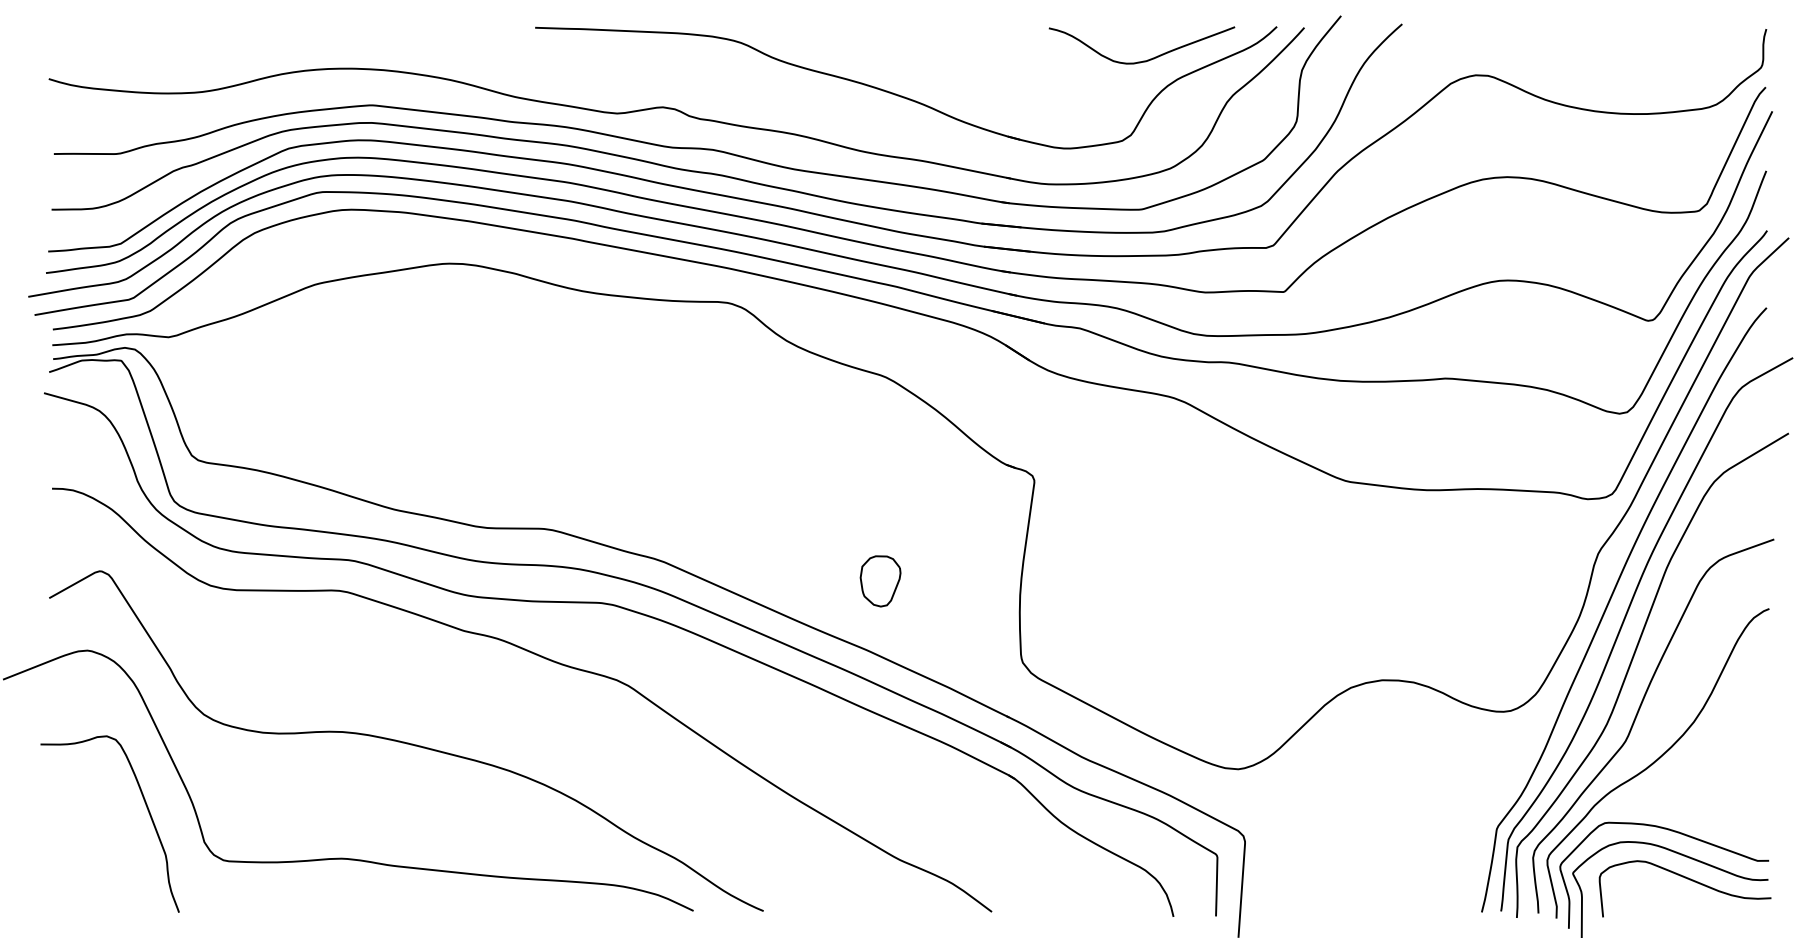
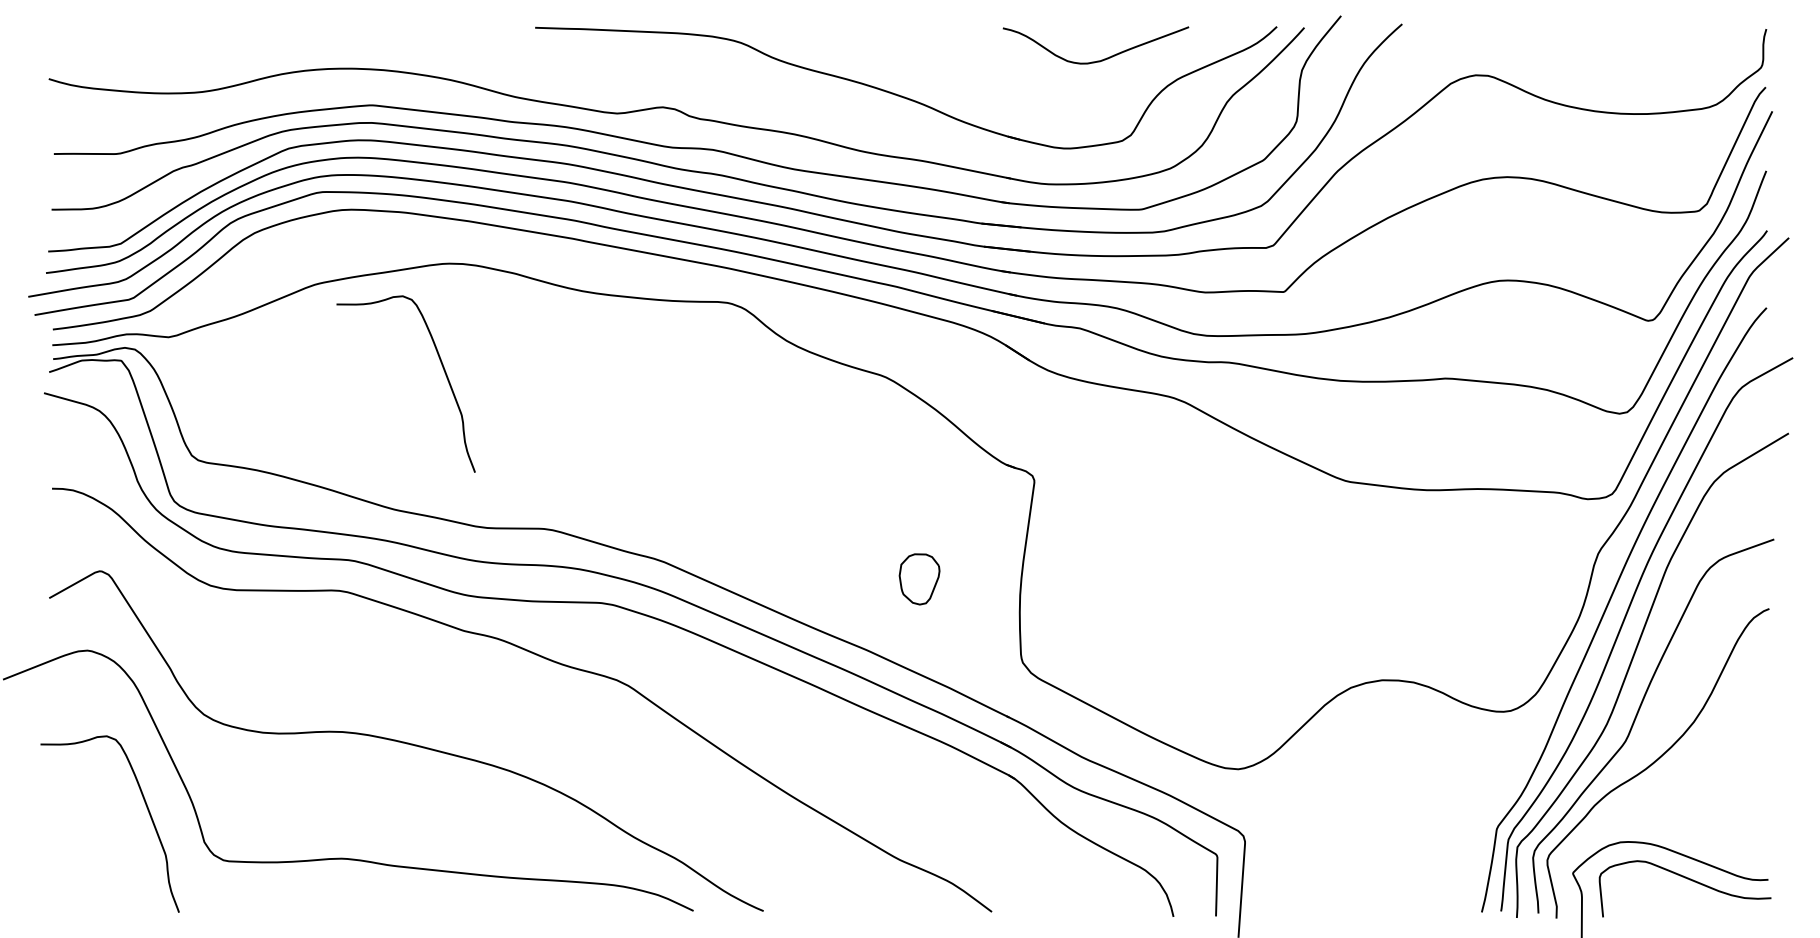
curve at (1143, 60) position: (1143, 60) -> (1097, 60)
curve at (443, 370): none -> present
part at (880, 581) position: (880, 581) -> (919, 579)
curve at (1677, 833): present -> none
